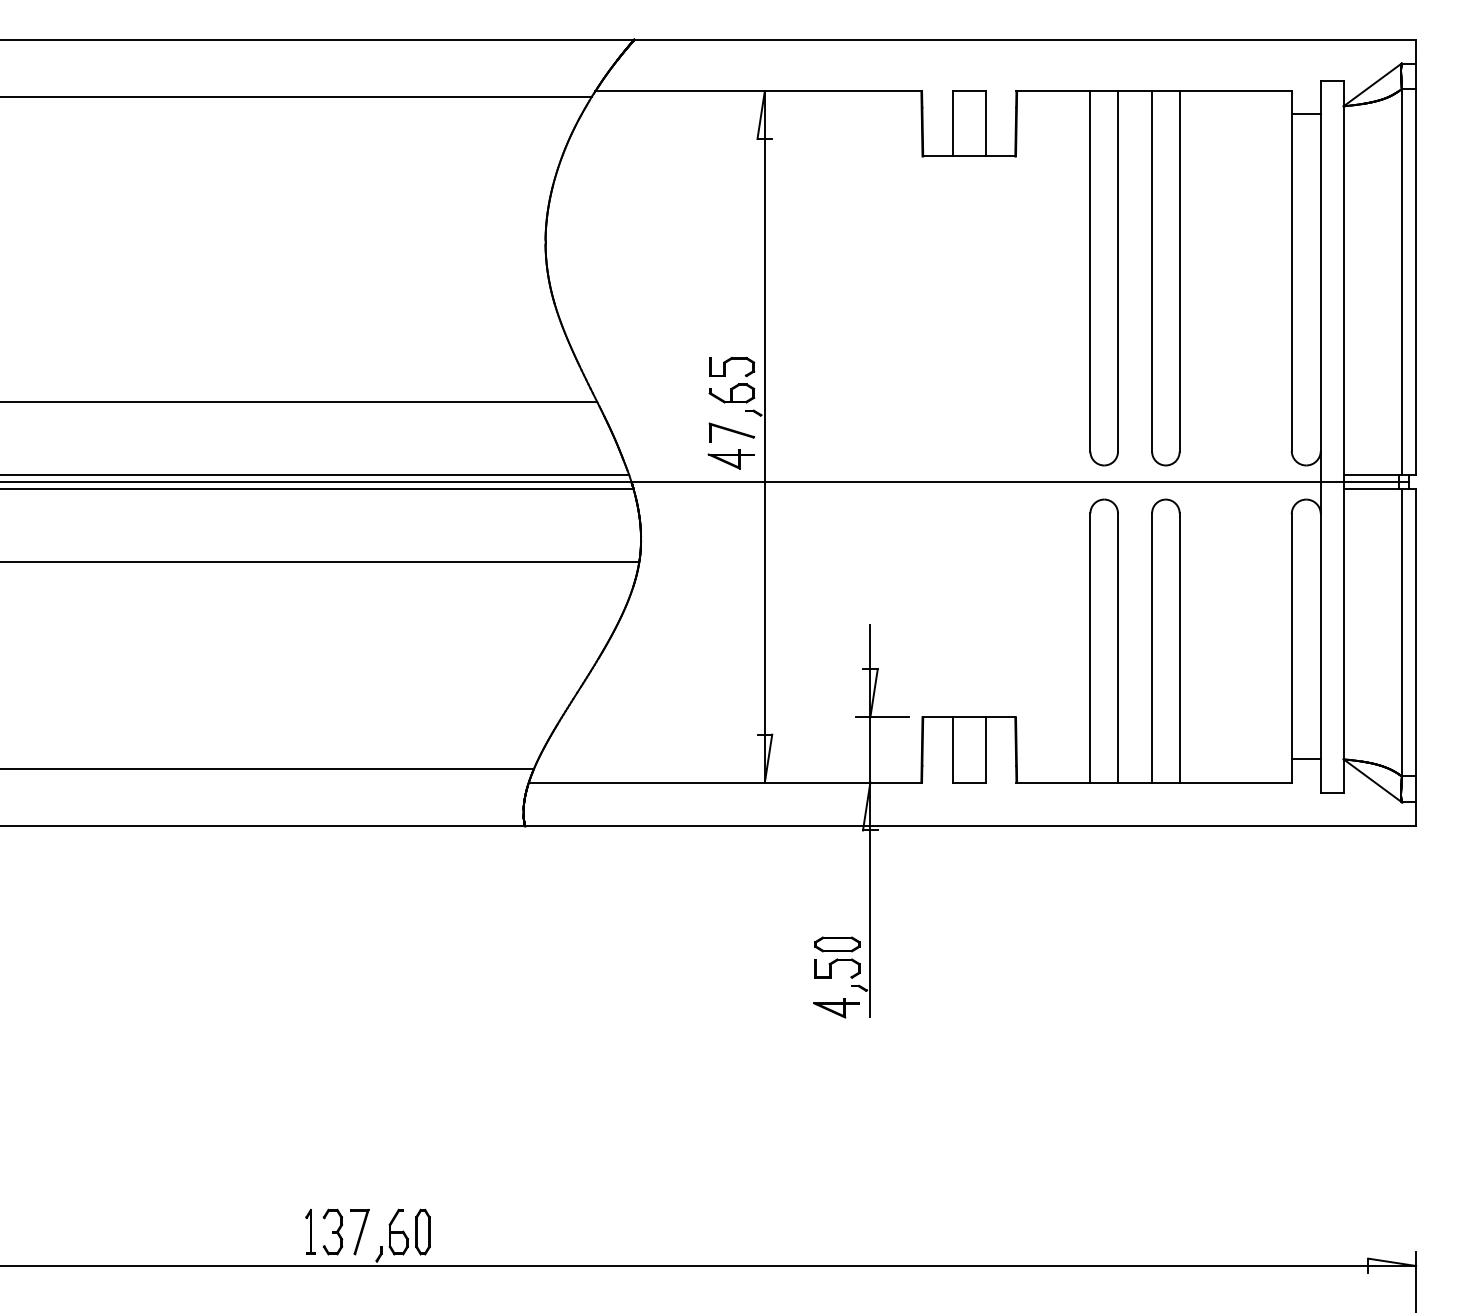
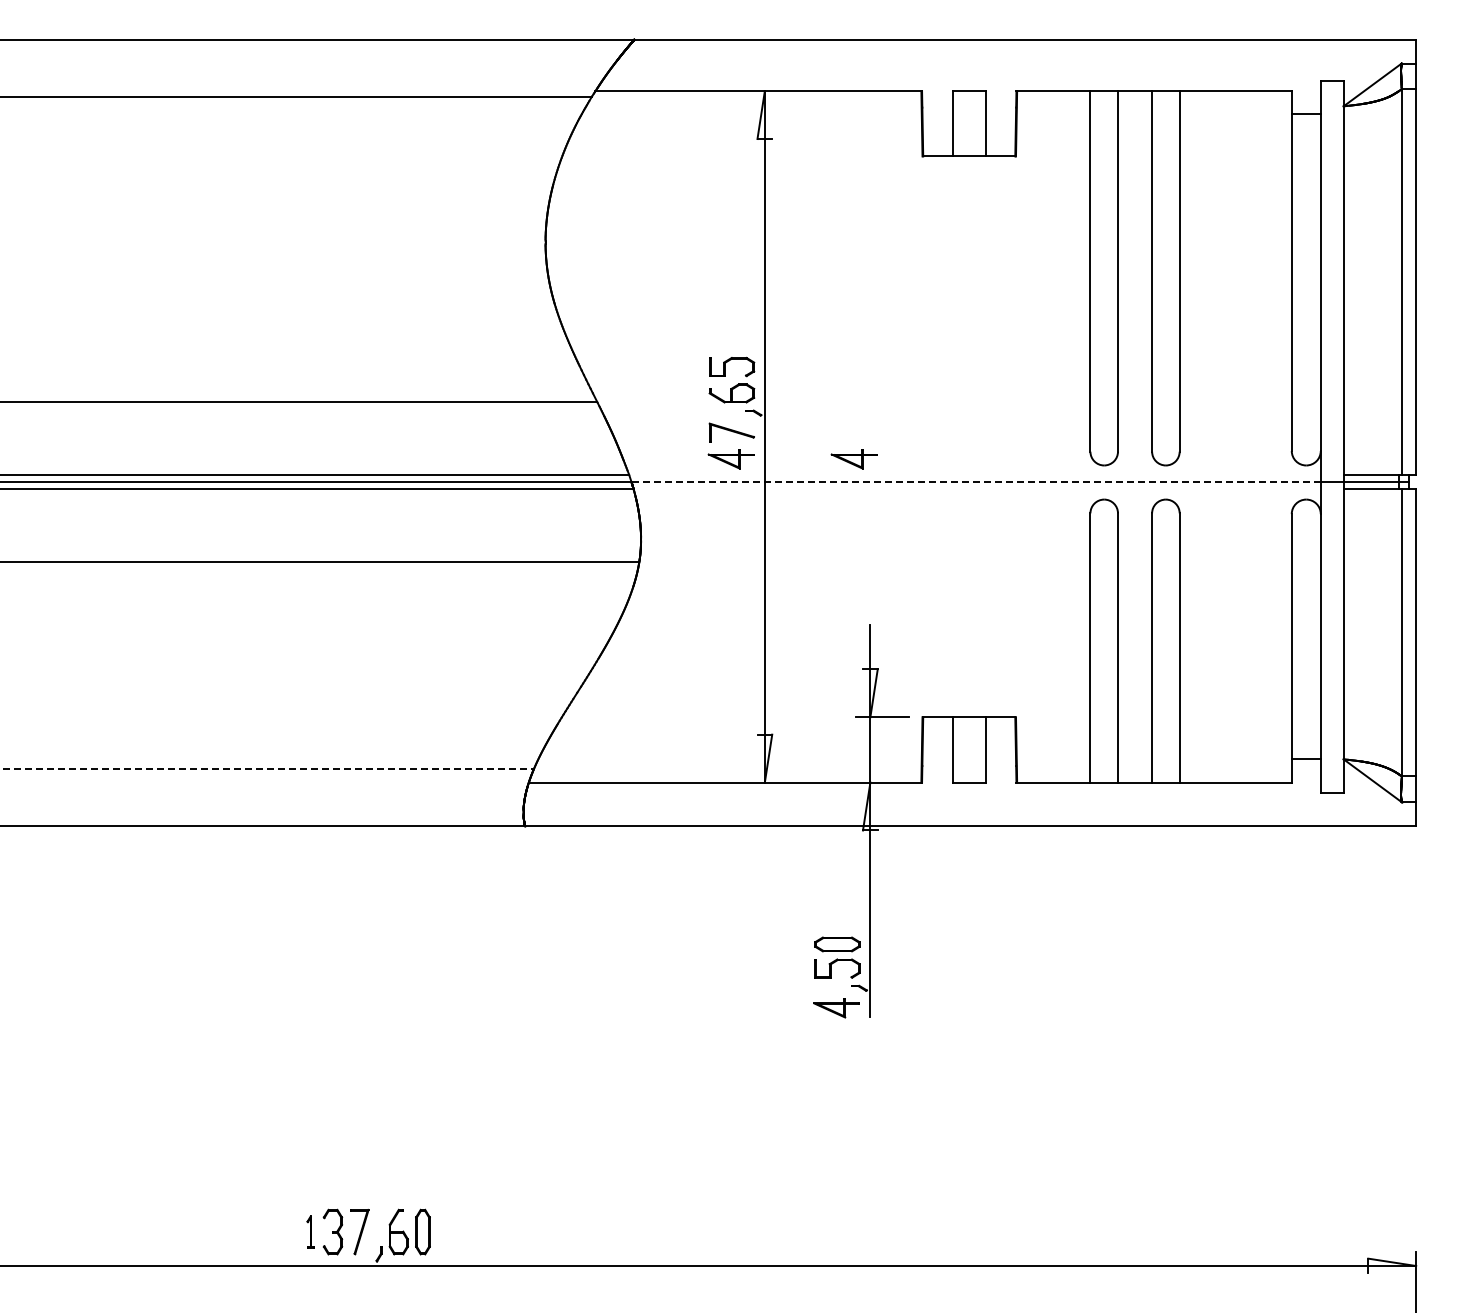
part at (853, 459): none -> present
line at (976, 482): solid -> dashed
line at (267, 769): solid -> dashed
part at (310, 1231) size: 11x47 px -> 9x34 px
